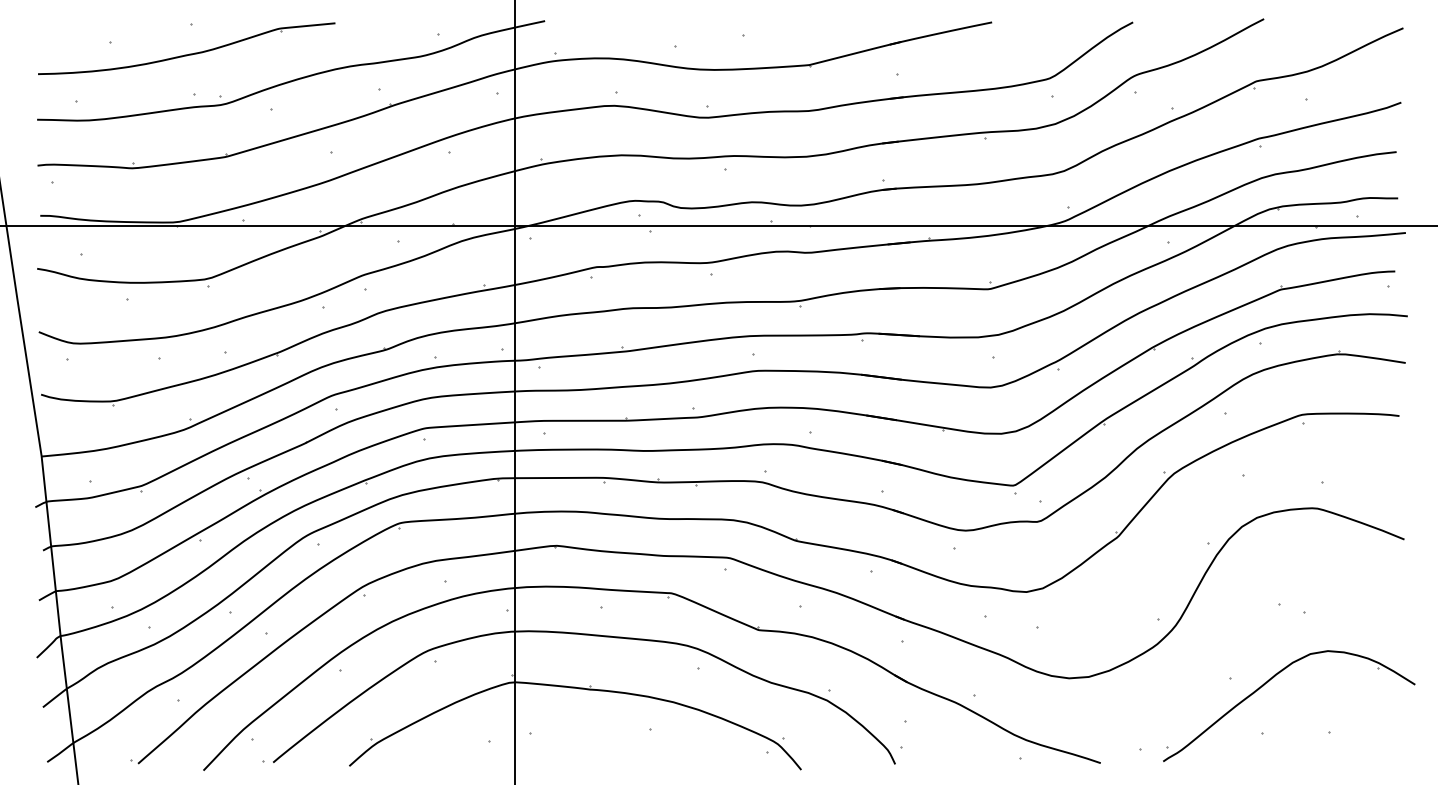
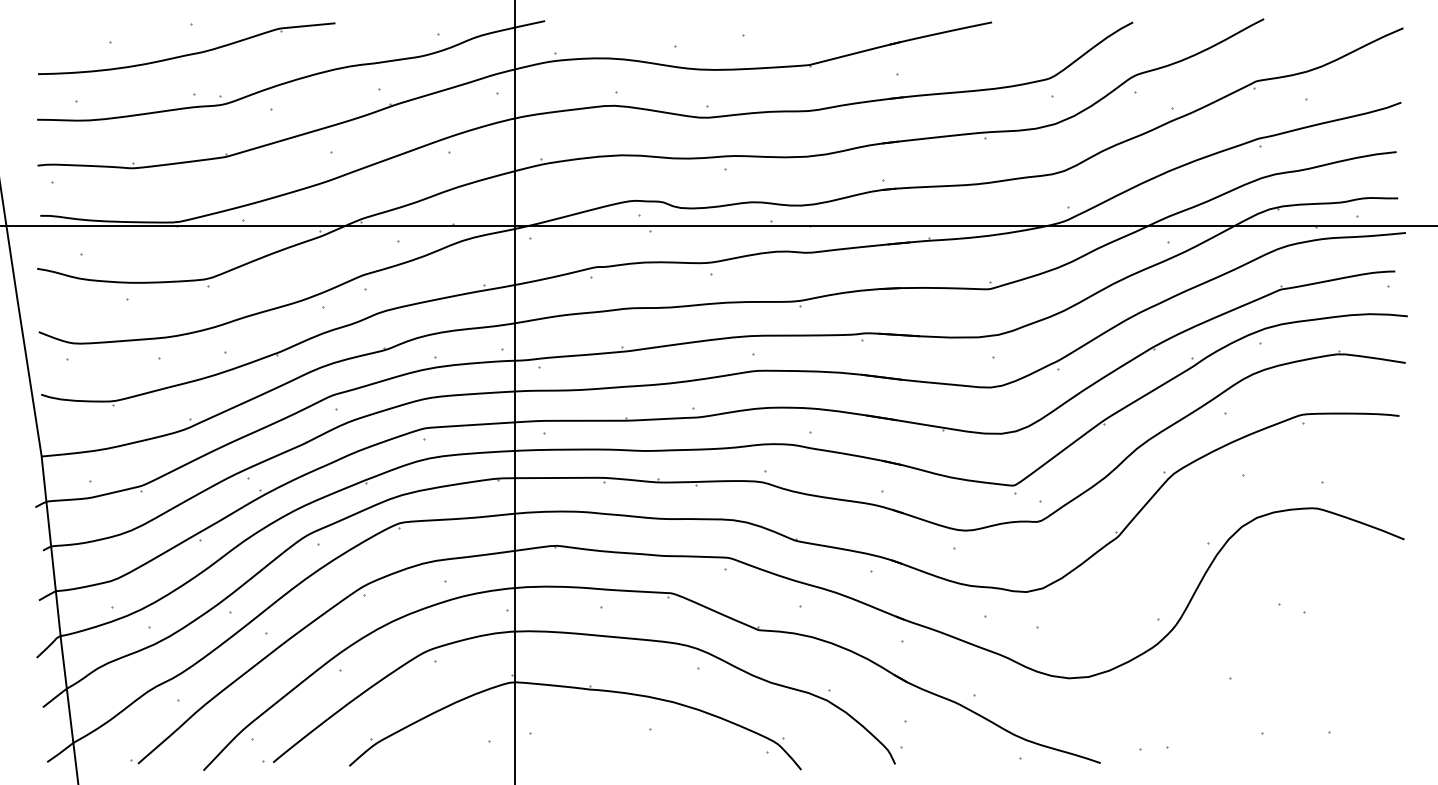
part at (1268, 682): present -> none
